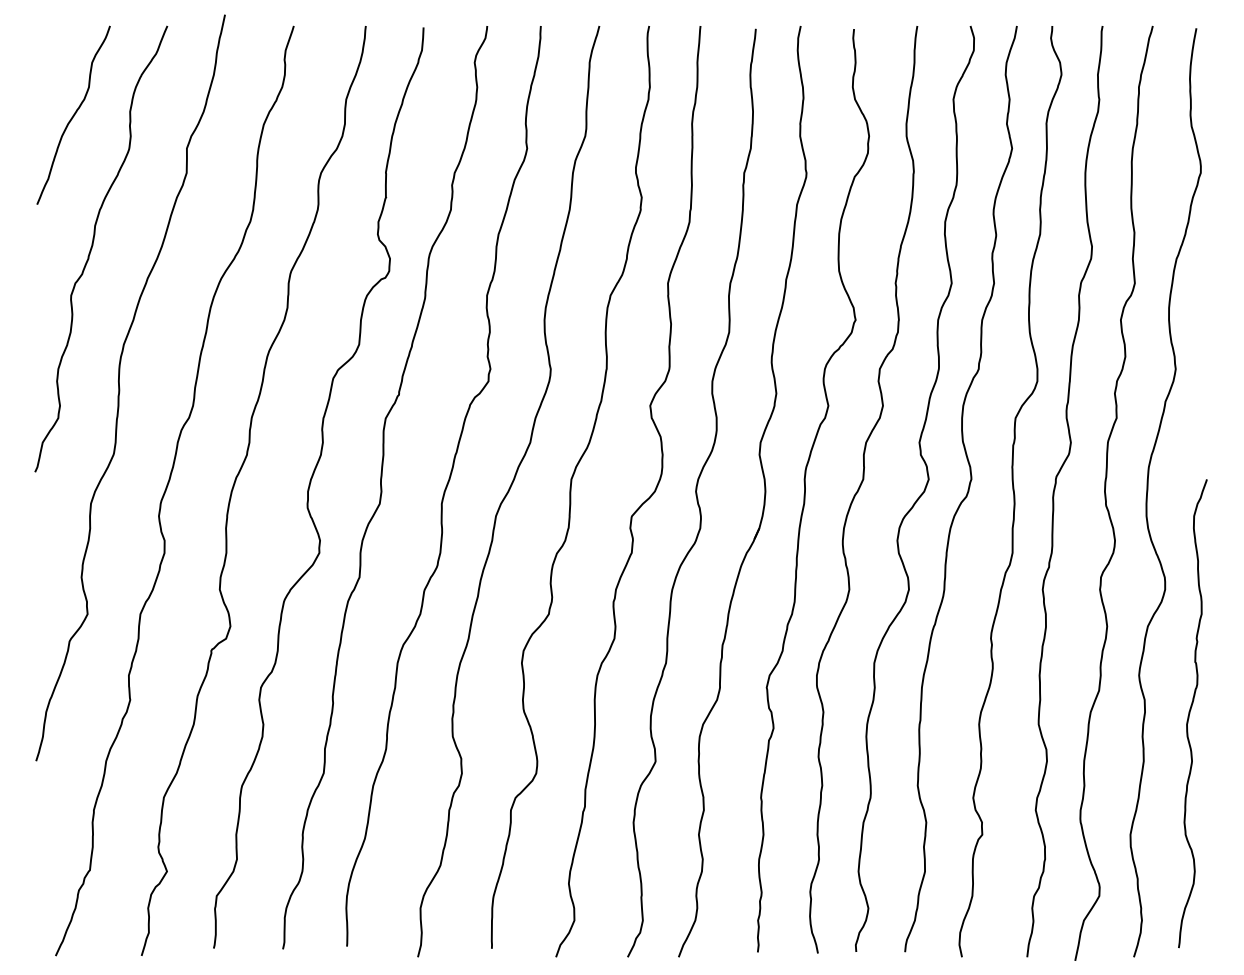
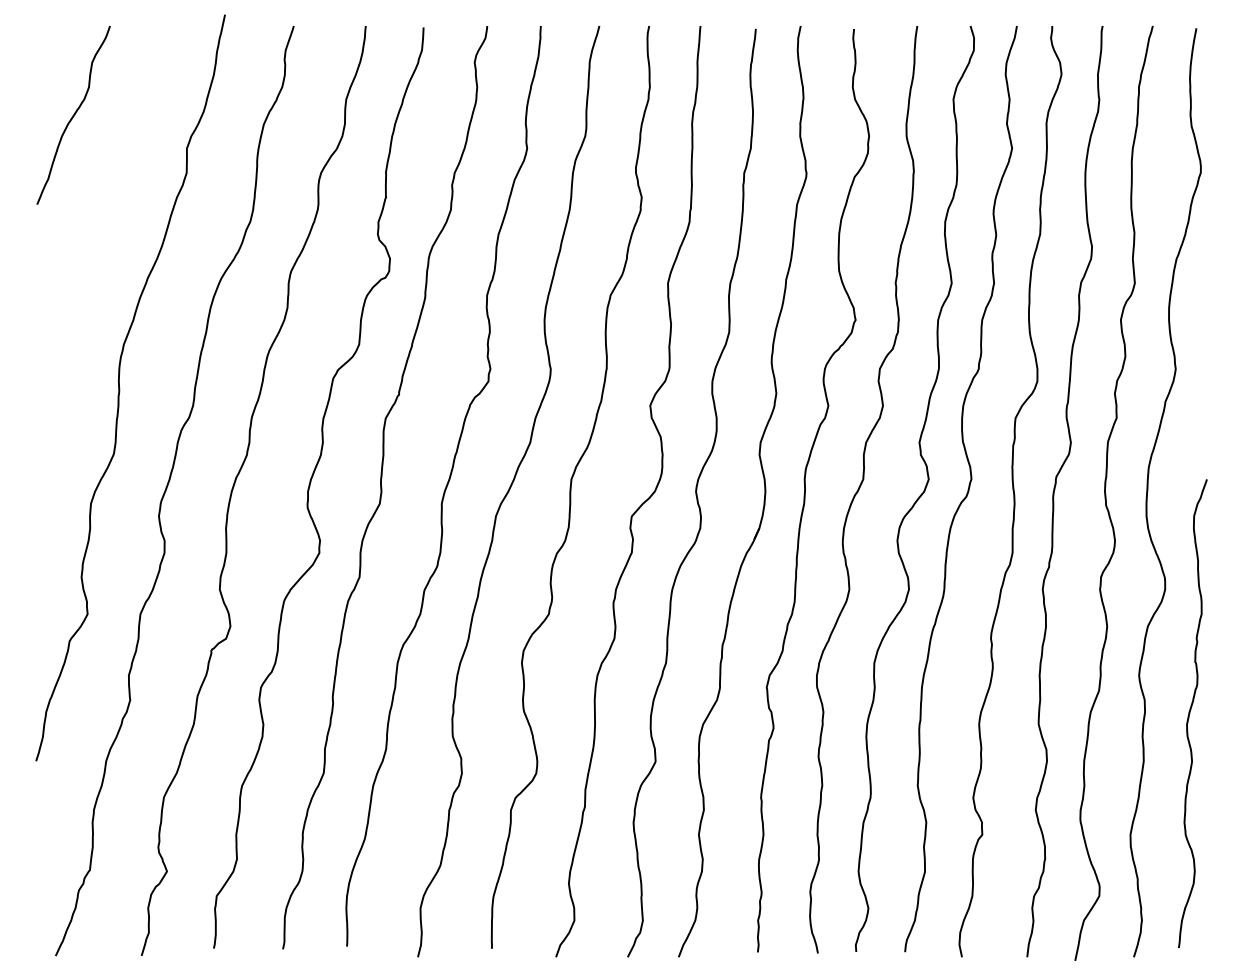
curve at (93, 245): present -> none
